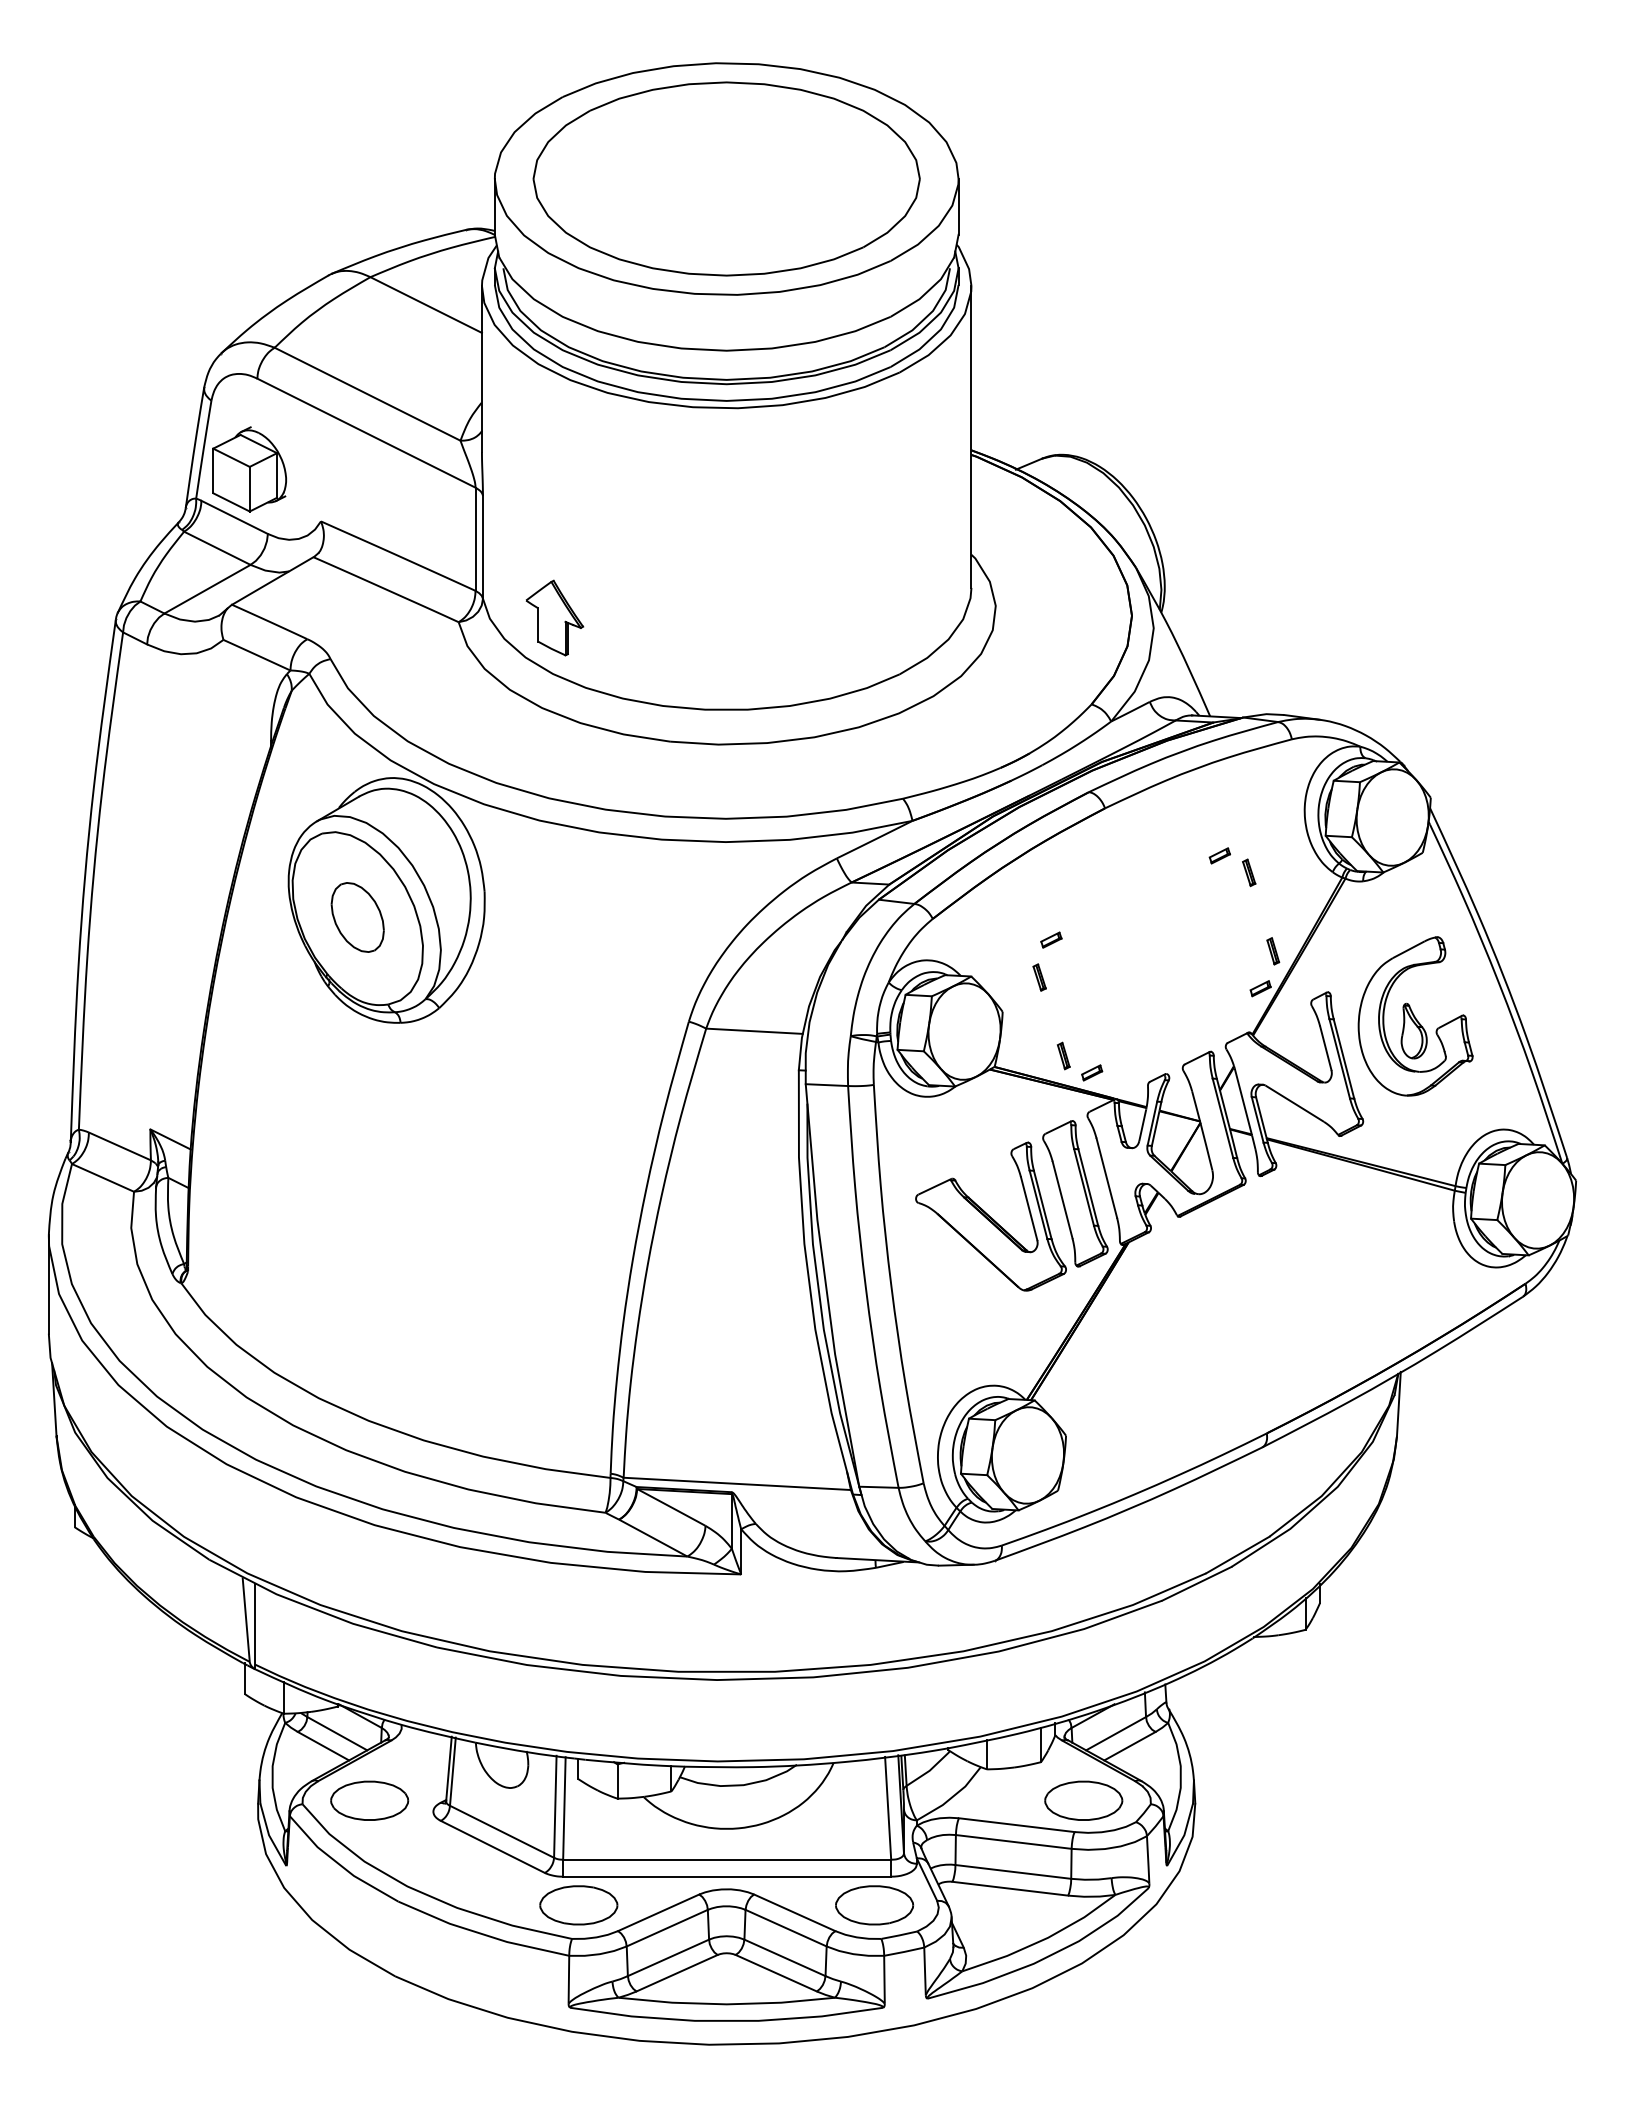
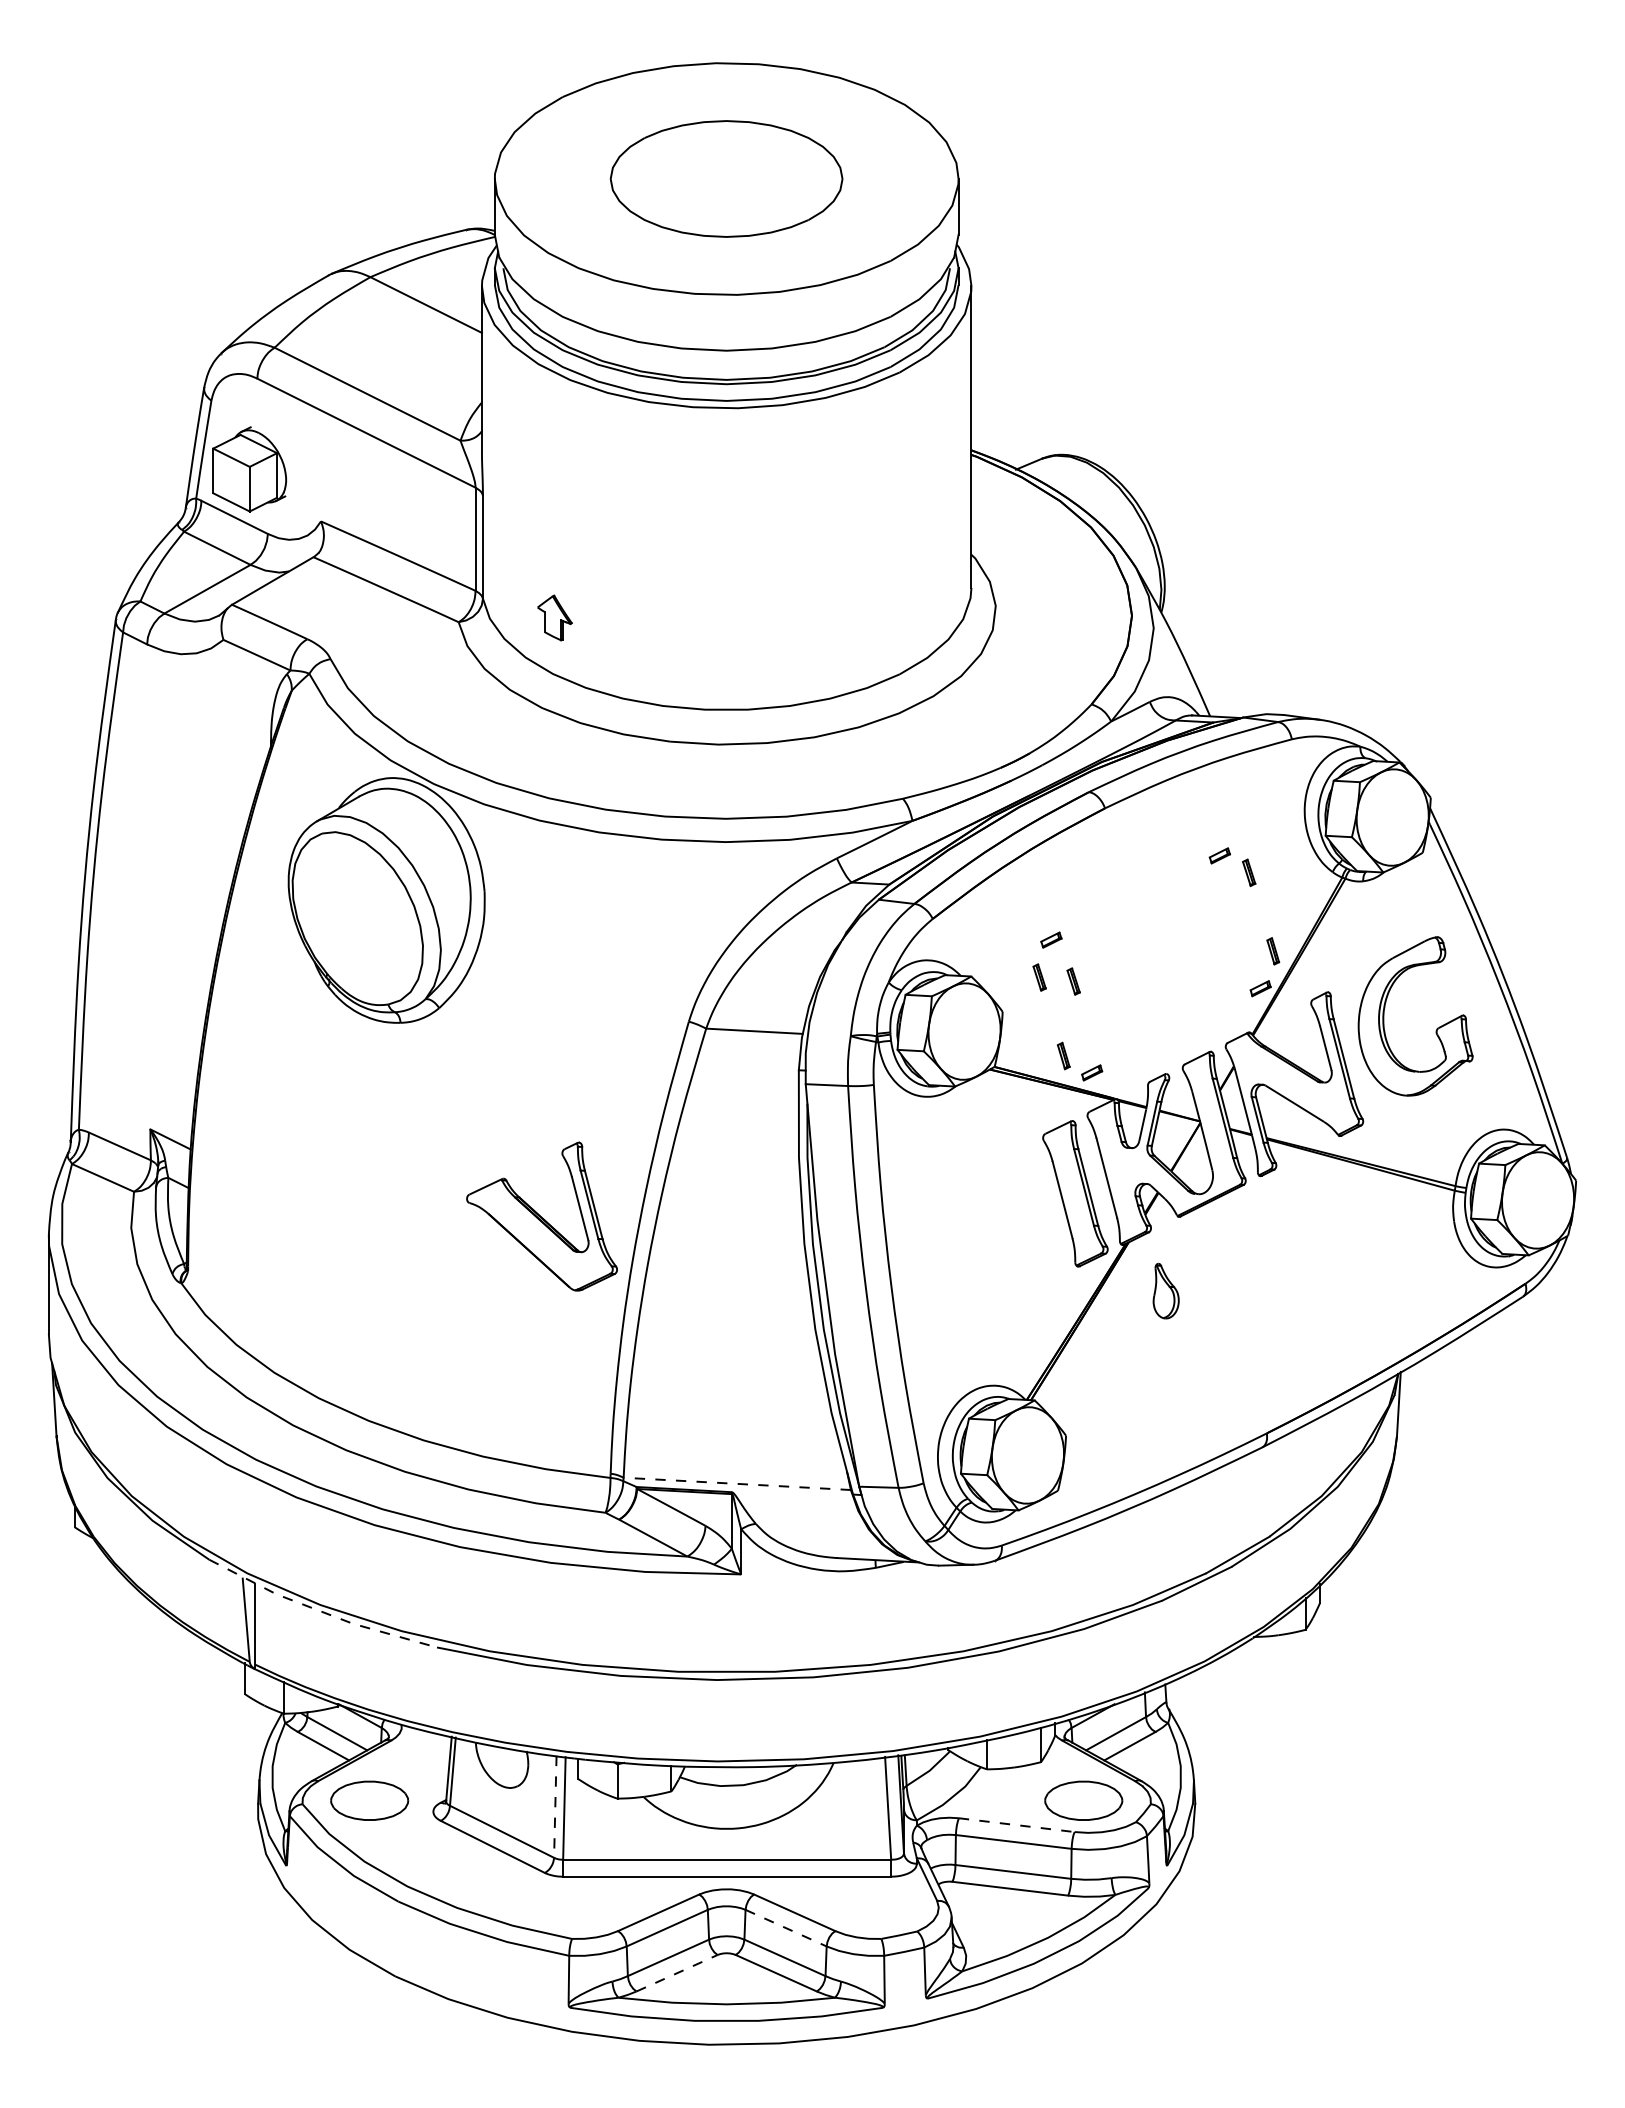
part at (726, 178) size: 389x196 px -> 235x118 px
part at (554, 617) size: 60x78 px -> 36x48 px
part at (357, 917): present -> none
part at (1073, 981): none -> present
part at (1413, 1030) position: (1413, 1030) -> (1165, 1290)
part at (990, 1216) position: (990, 1216) -> (541, 1216)
line at (737, 1483): solid -> dashed
line at (320, 1611): solid -> dashed
line at (555, 1807): solid -> dashed
line at (1017, 1825): solid -> dashed
part at (578, 1905): present -> none
part at (874, 1905): present -> none
line at (786, 1928): solid -> dashed
line at (677, 1973): solid -> dashed
